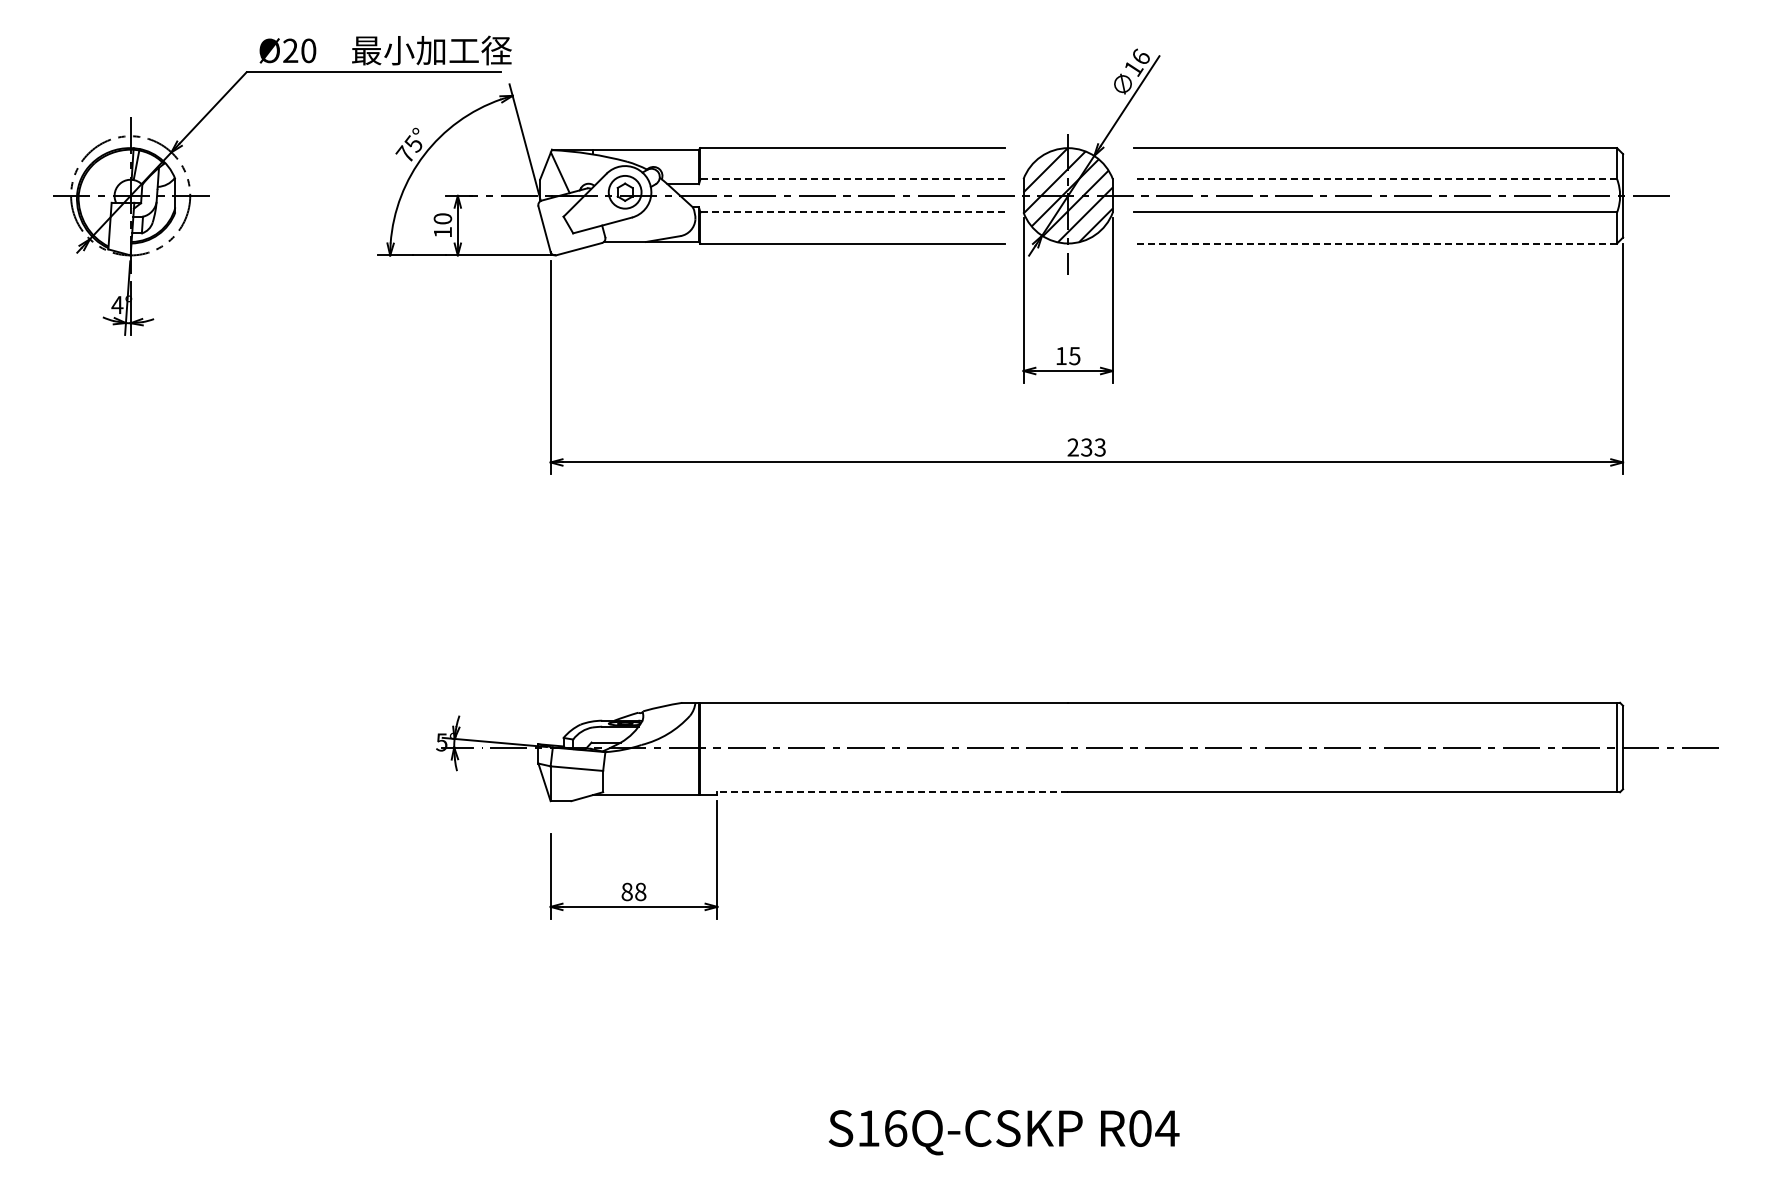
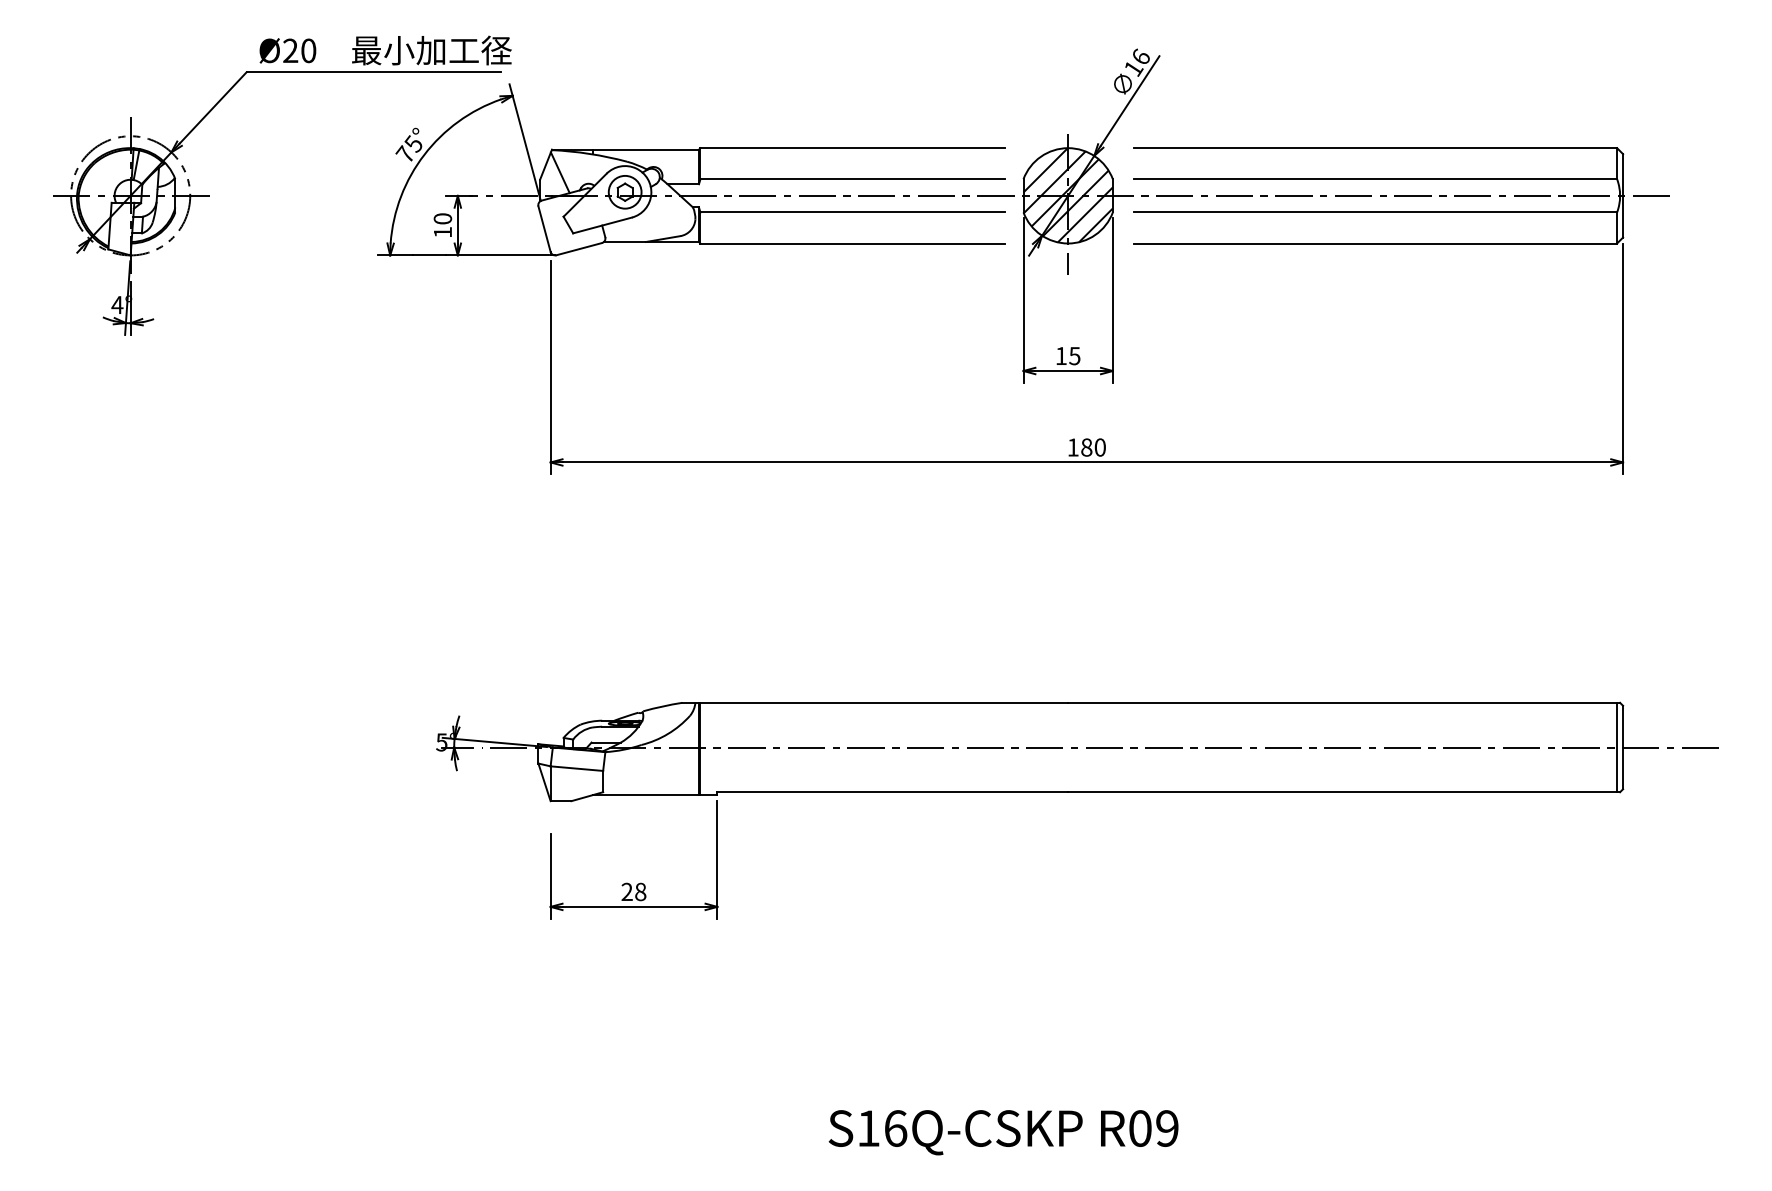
line at (852, 179): dashed -> solid
line at (1375, 179): dashed -> solid
line at (852, 212): dashed -> solid
line at (1375, 243): dashed -> solid
text at (1086, 447): 233 -> 180
line at (892, 792): dashed -> solid
text at (626, 891): 88 -> 28
text at (1167, 1128): R04 -> R09
